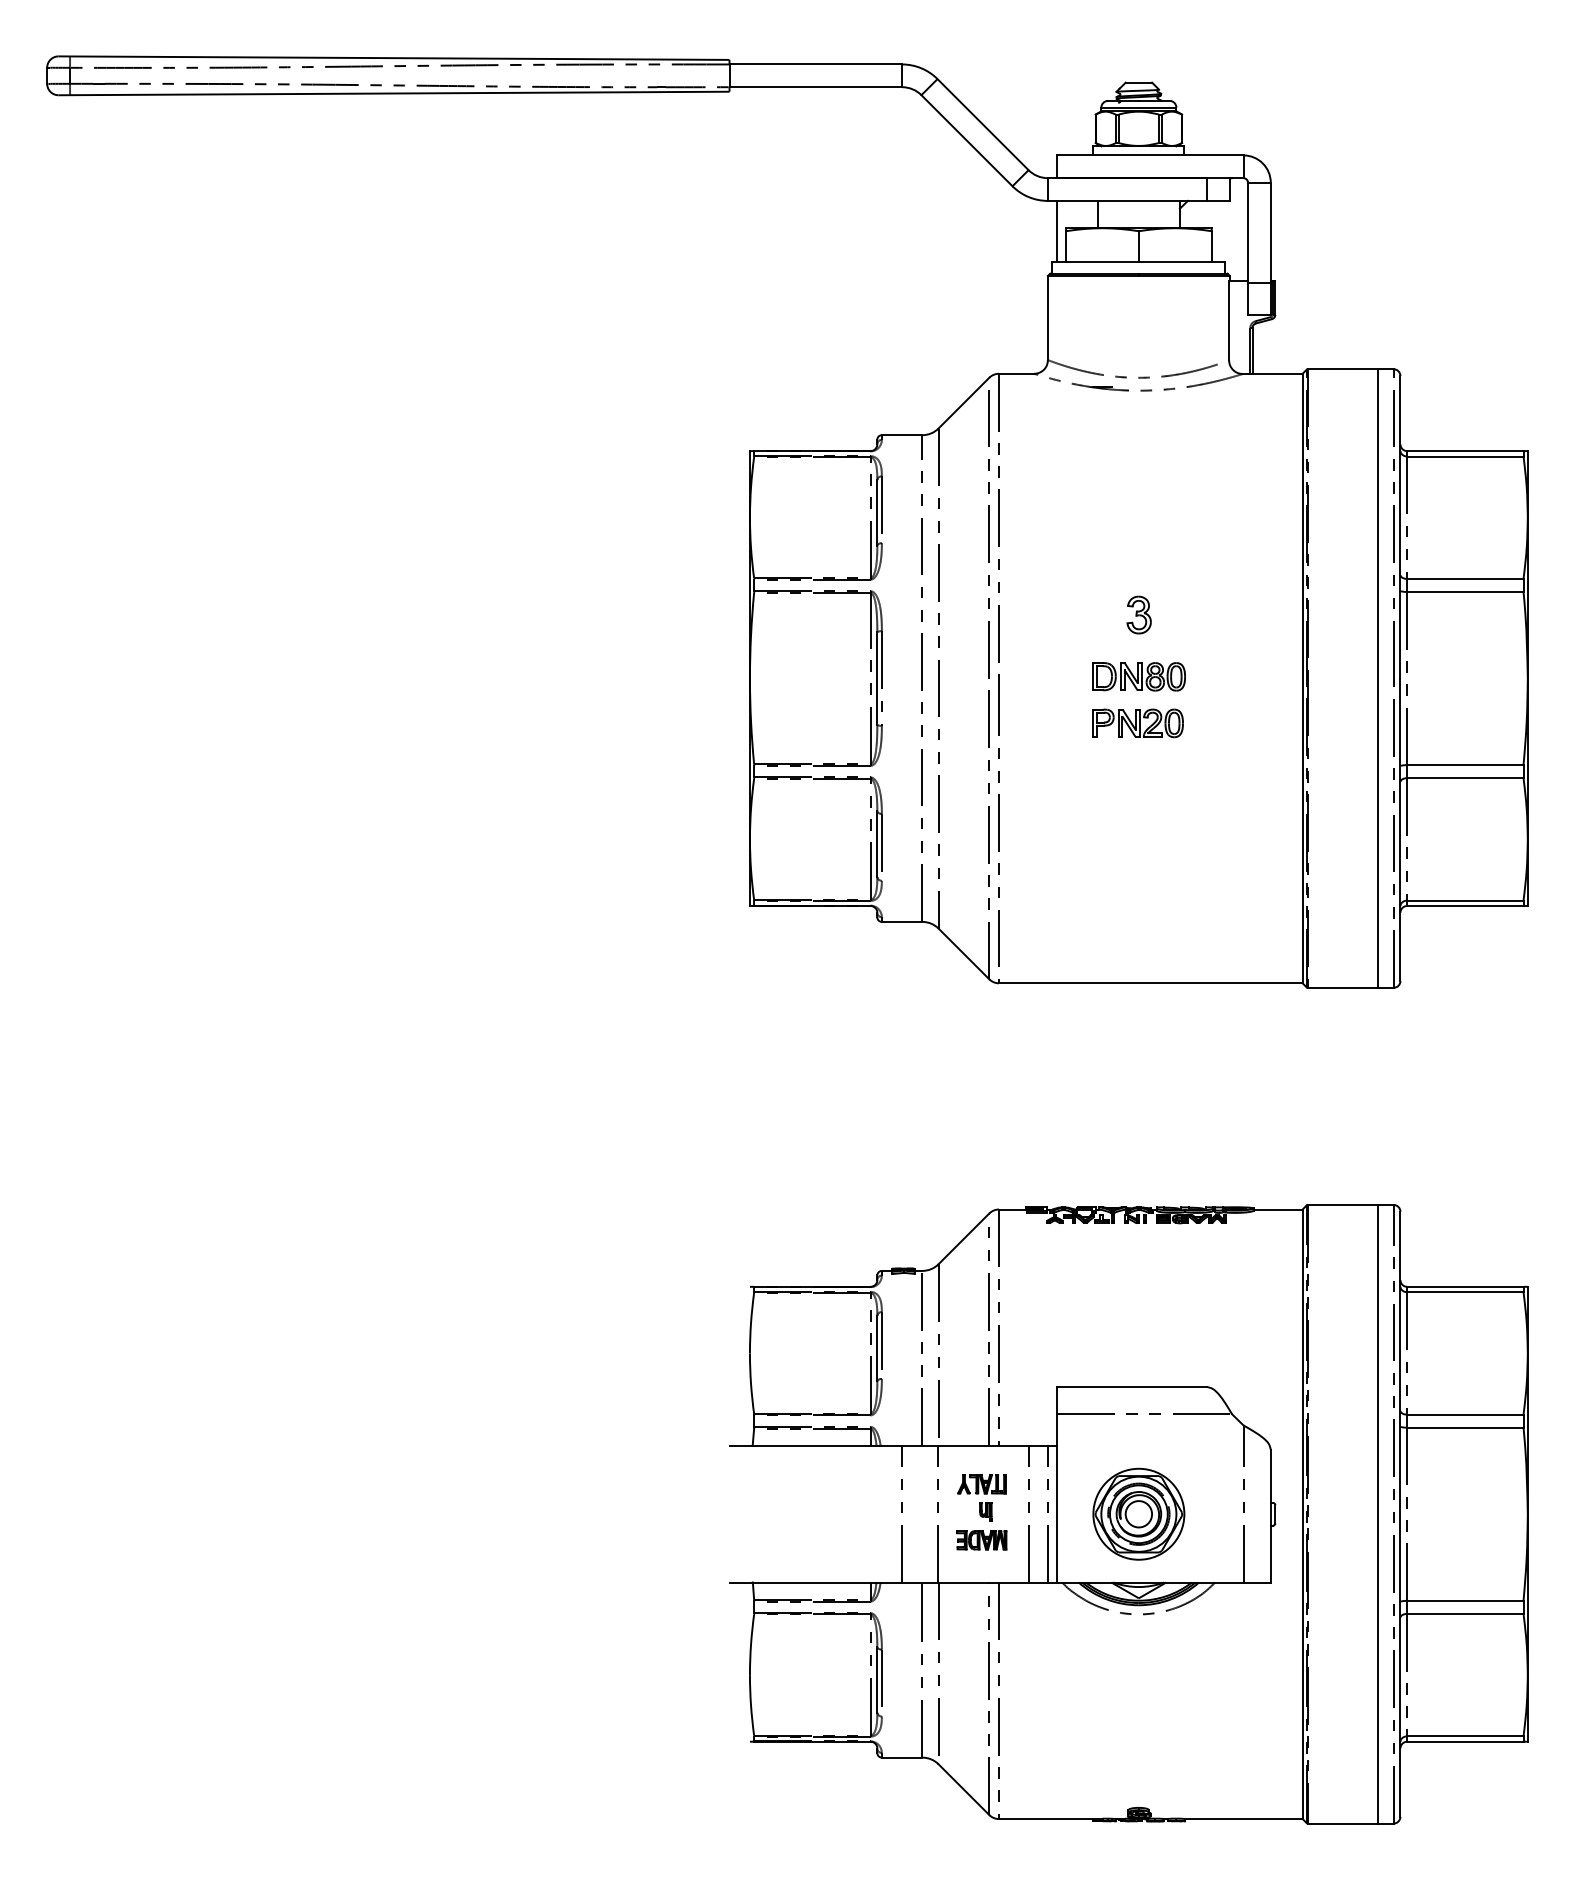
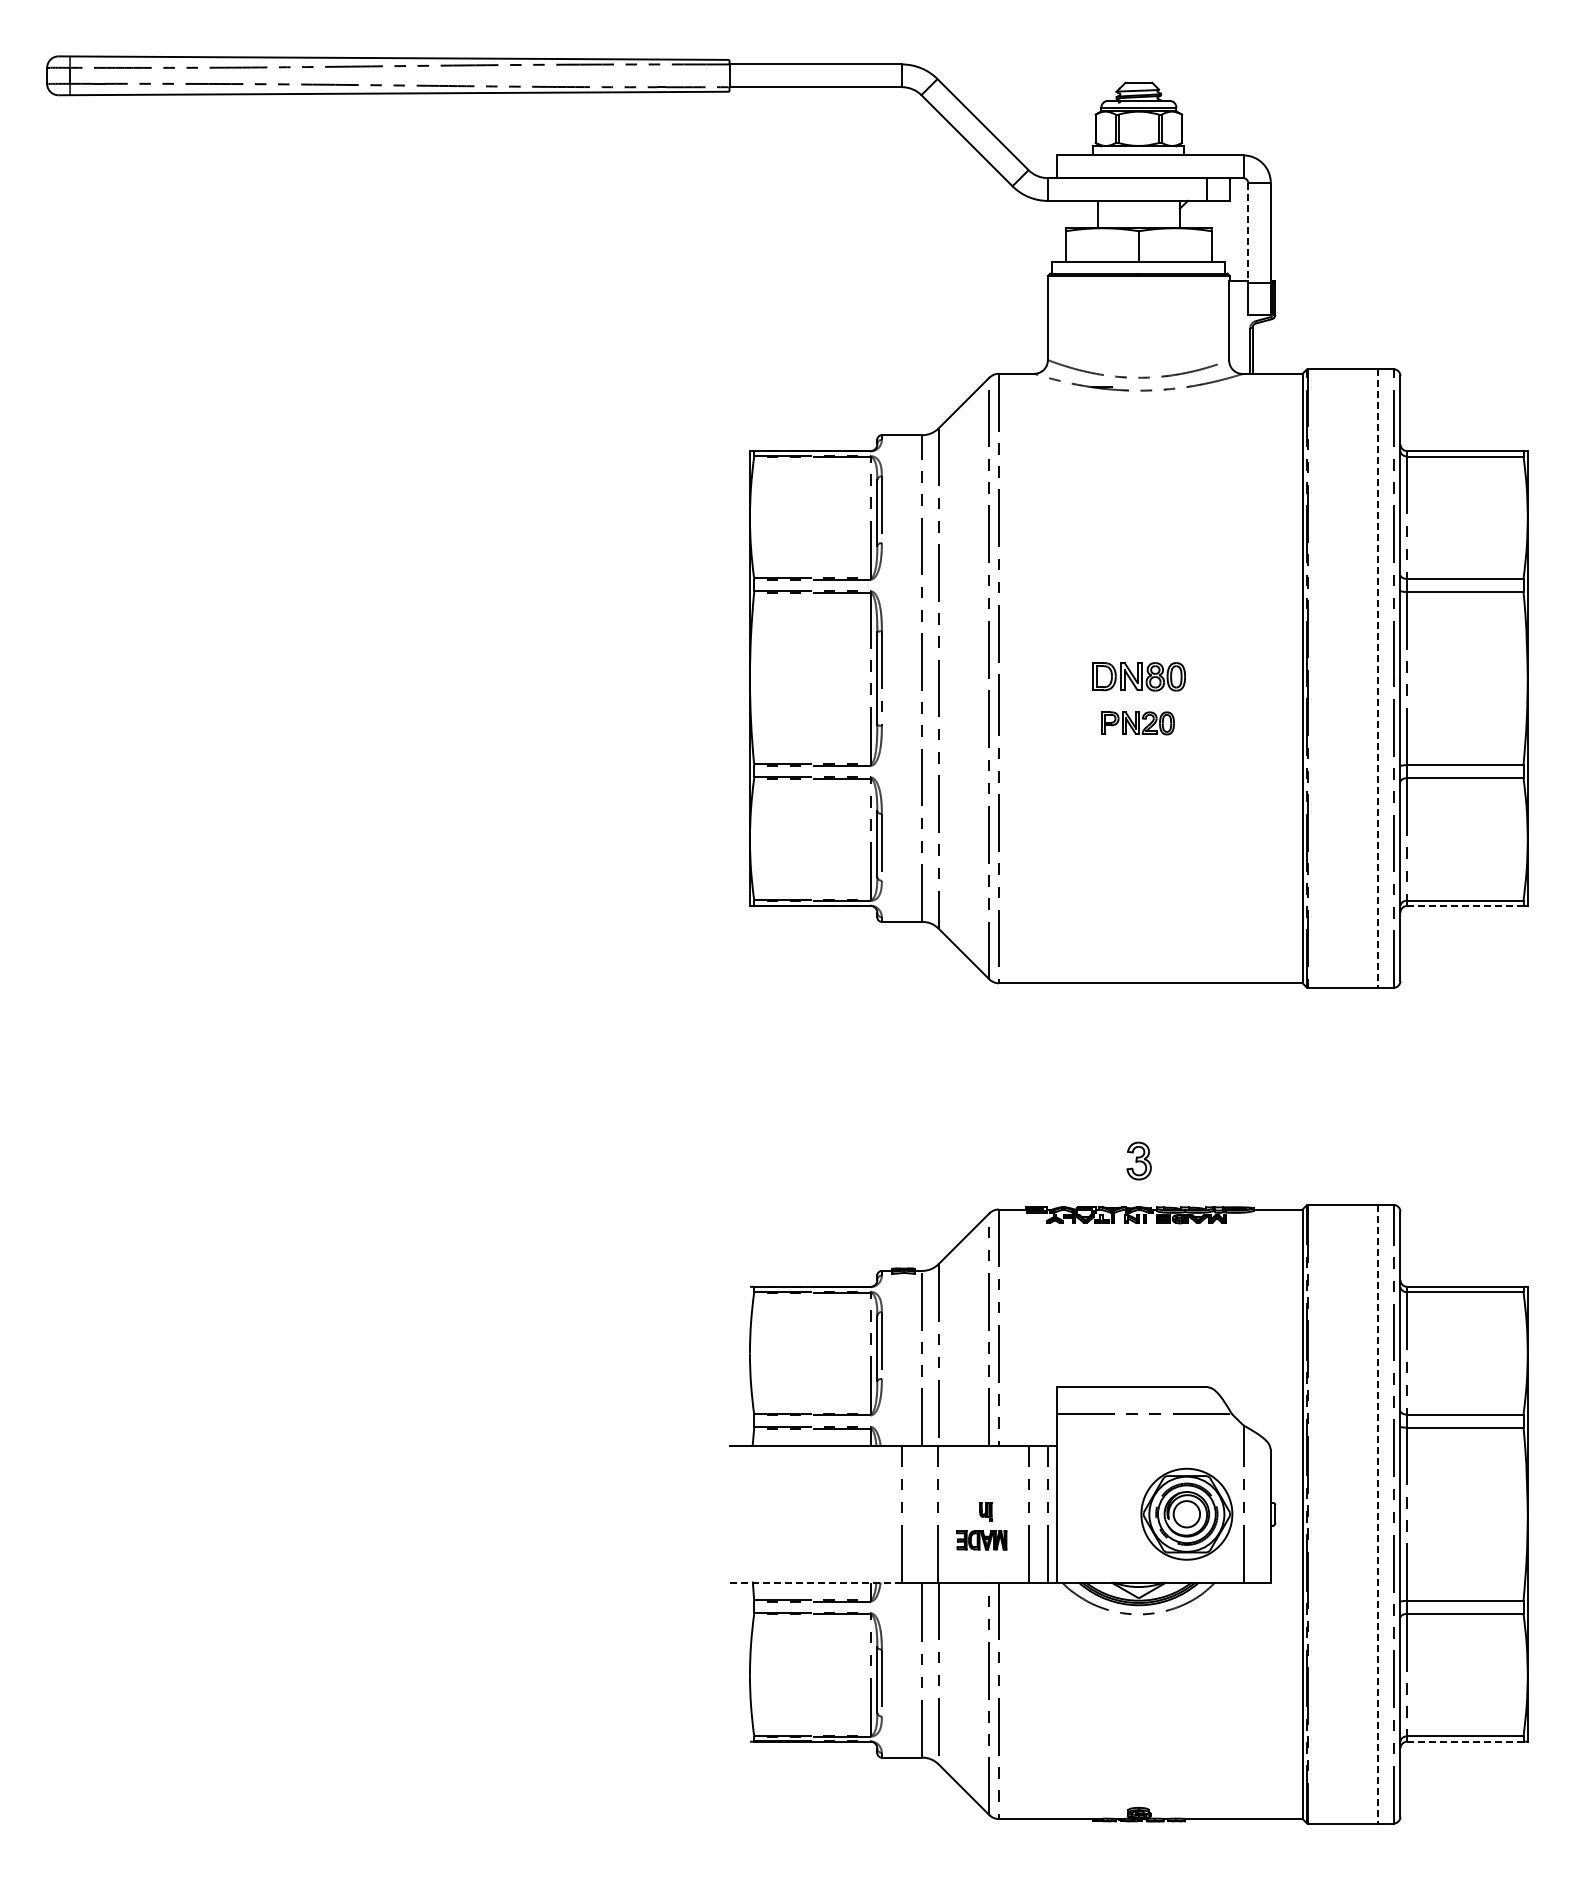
line at (1057, 231): present -> none
line at (1248, 233): solid -> dashed
part at (1138, 614) position: (1138, 614) -> (1138, 1160)
line at (1377, 679): solid -> dashed
part at (1137, 723) size: 92x31 px -> 74x25 px
line at (1465, 905): solid -> dashed
part at (981, 1484): present -> none
part at (1138, 1513) position: (1138, 1513) -> (1186, 1513)
line at (1377, 1514): solid -> dashed
line at (816, 1582): solid -> dashed
line at (1465, 1741): solid -> dashed
